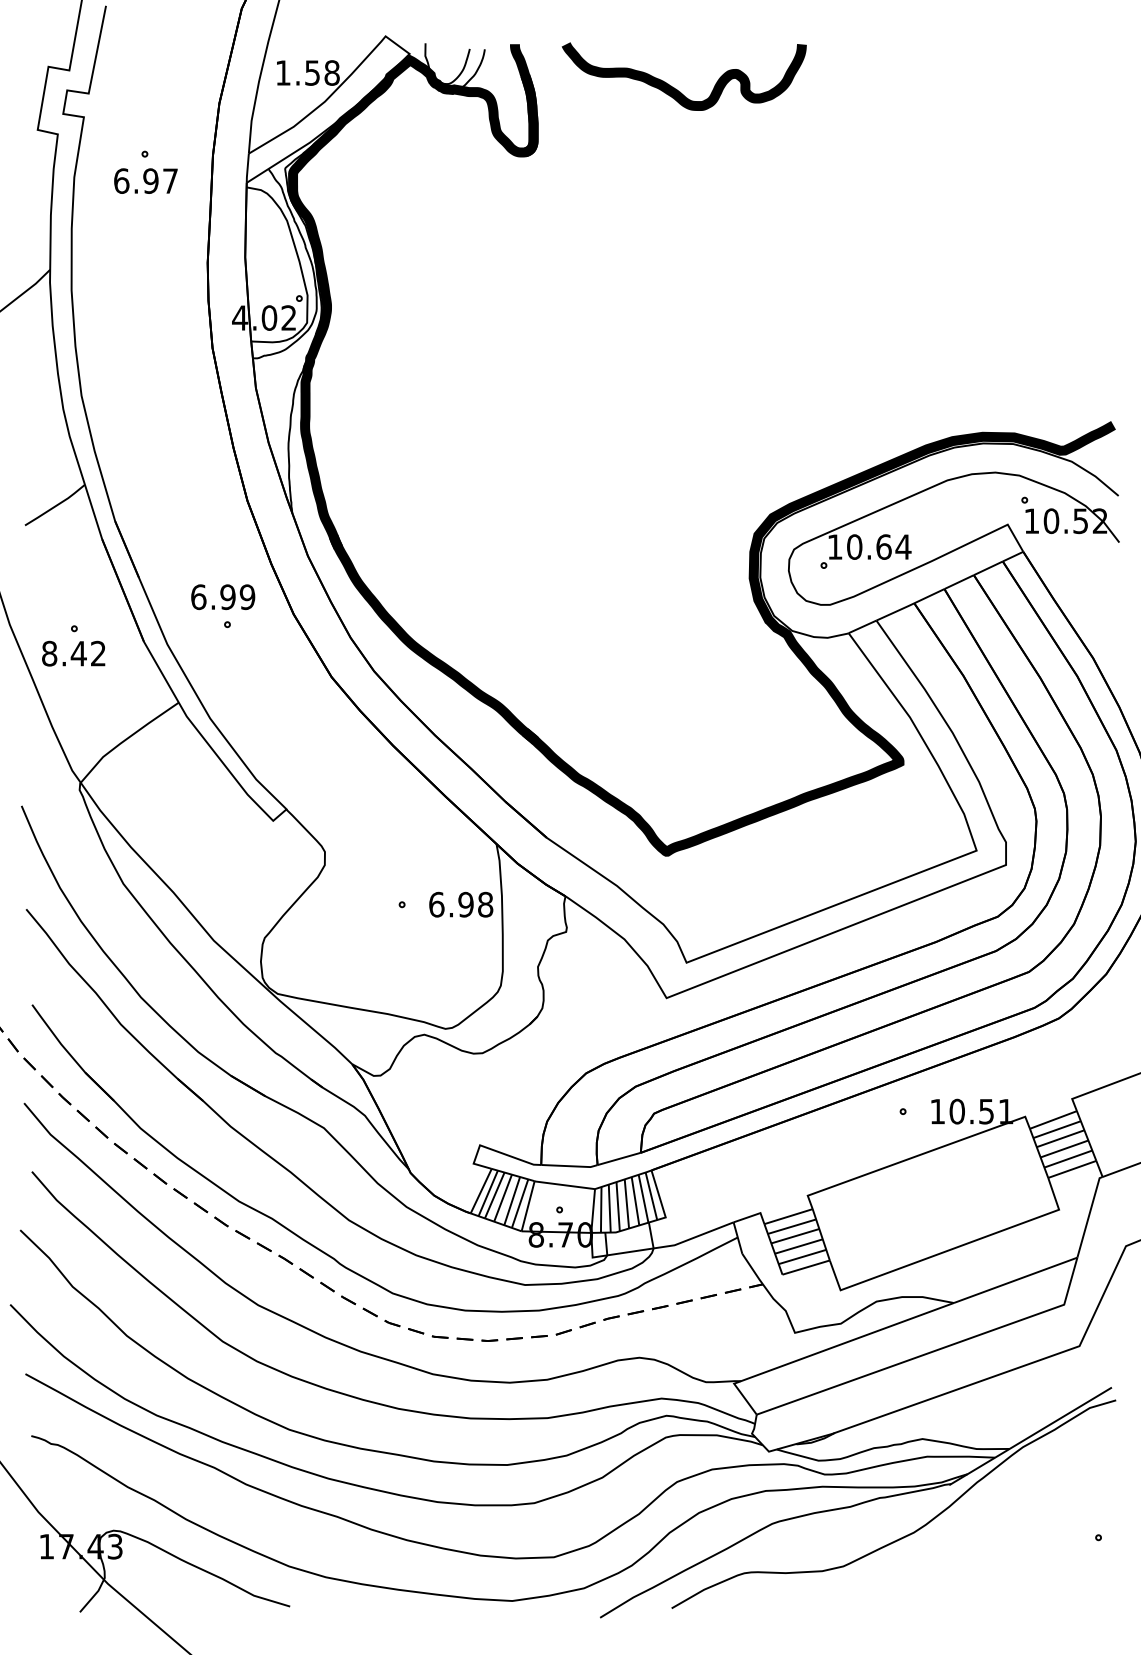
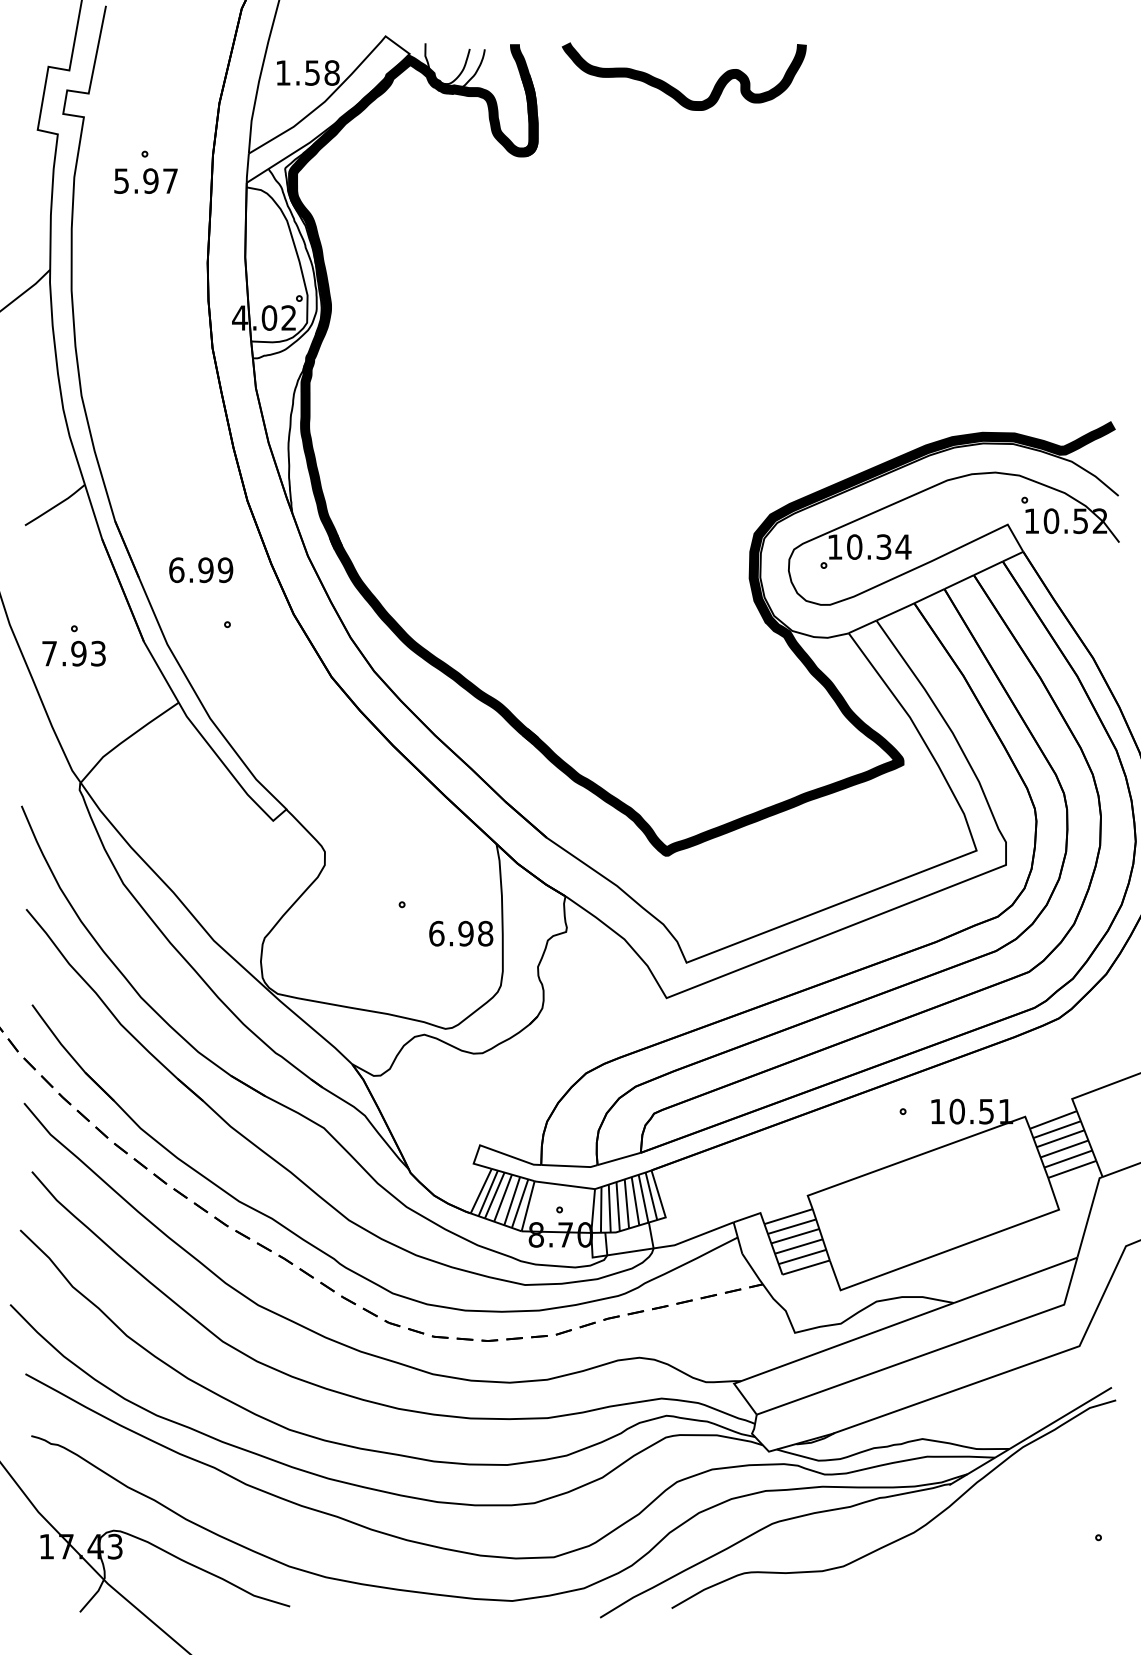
text at (121, 180): 6.97 -> 5.97
text at (883, 546): 10.64 -> 10.34
text at (223, 597) position: (223, 597) -> (201, 570)
text at (73, 653): 8.42 -> 7.93
text at (461, 904) position: (461, 904) -> (461, 933)
